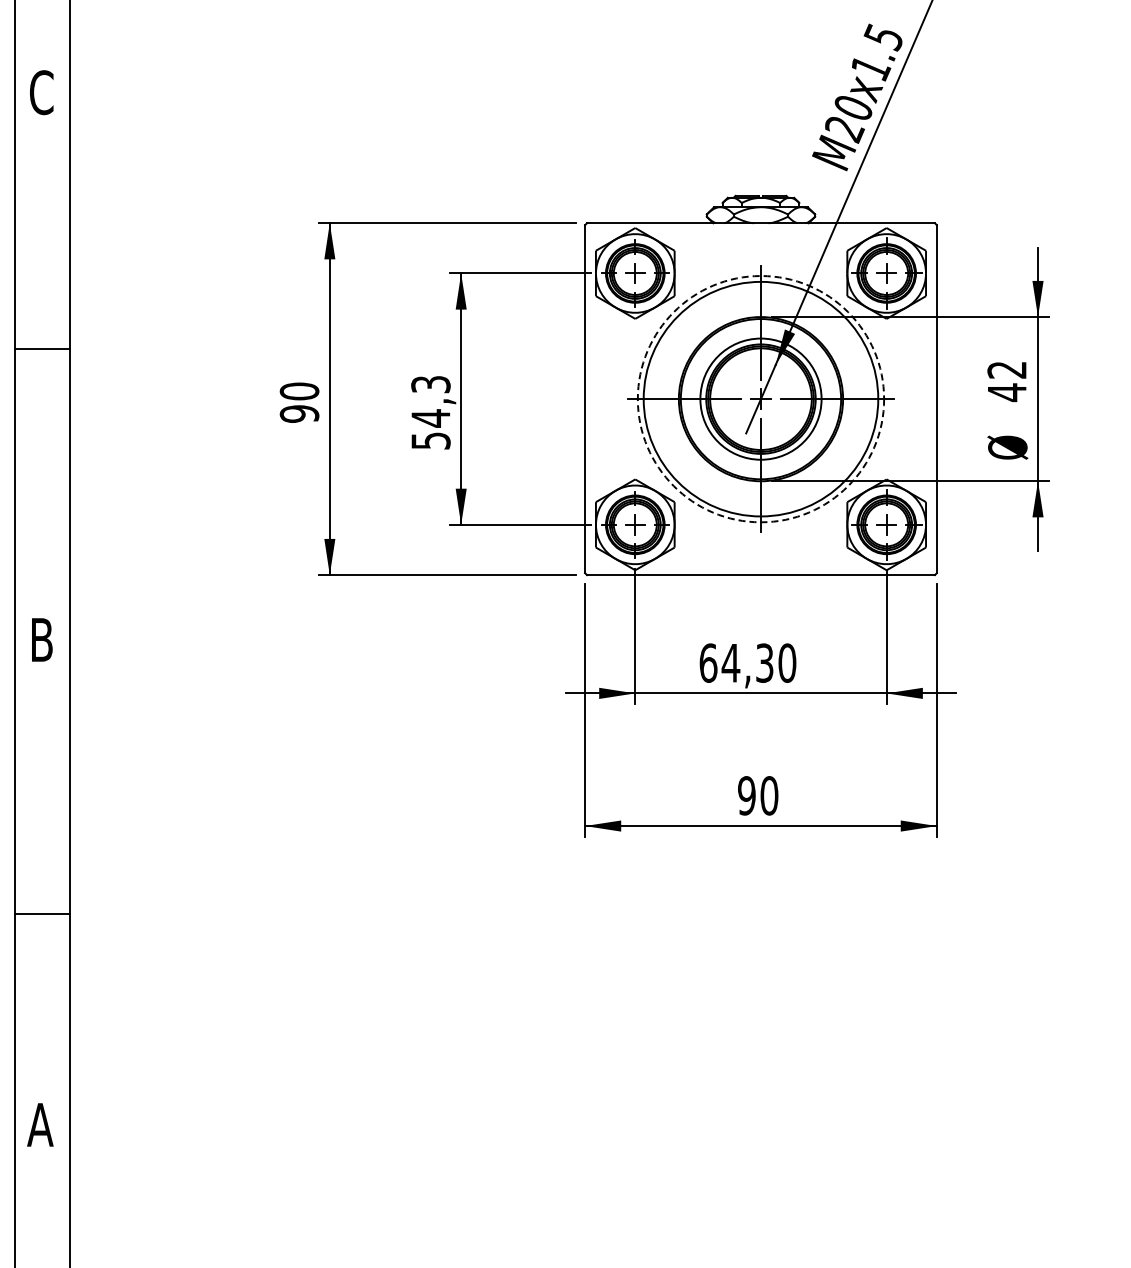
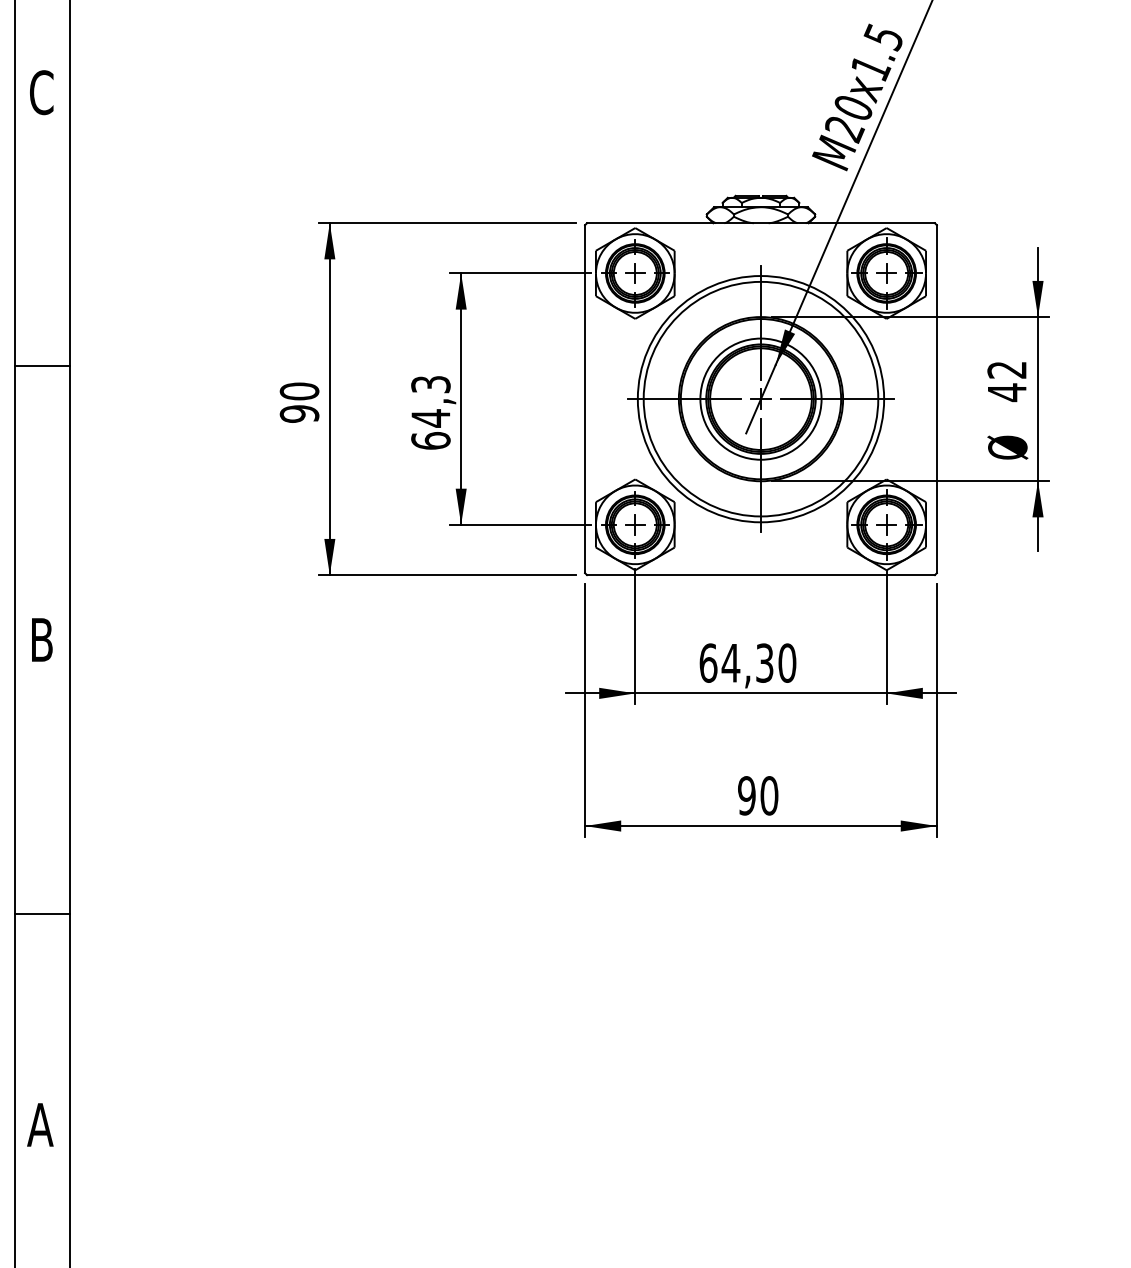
line at (41, 349) position: (41, 349) -> (41, 366)
circle at (760, 399): dashed -> solid
text at (430, 440): 54,3 -> 64,3
